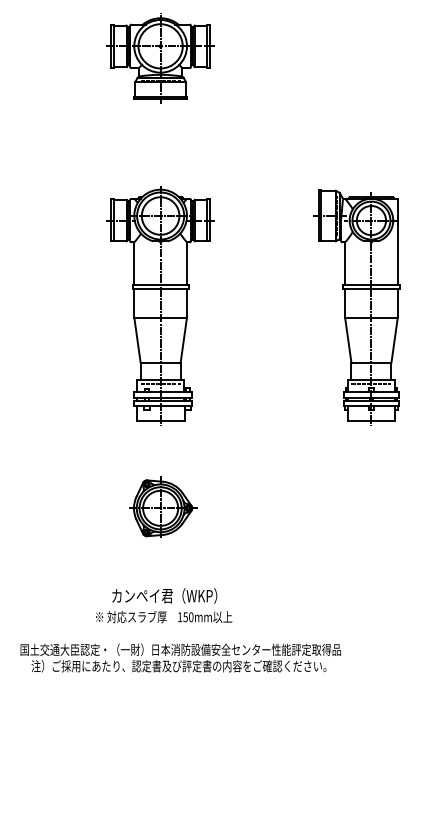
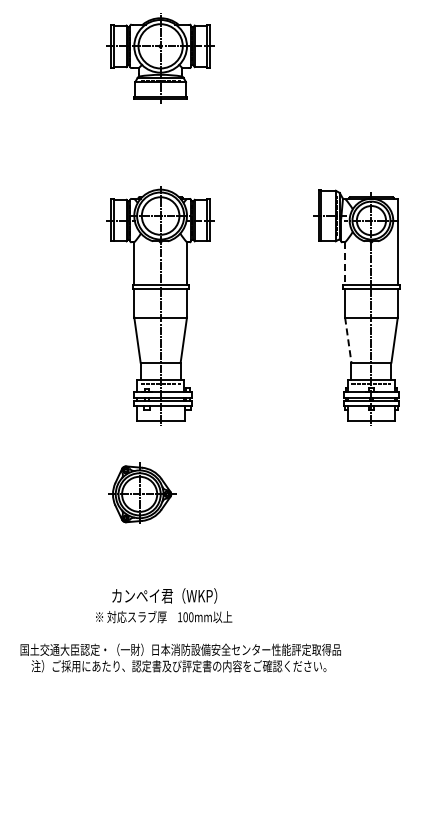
line at (345, 263): solid -> dashed
line at (348, 340): solid -> dashed
part at (163, 506) position: (163, 506) -> (142, 492)
text at (185, 617): 150mm -> 100mm
